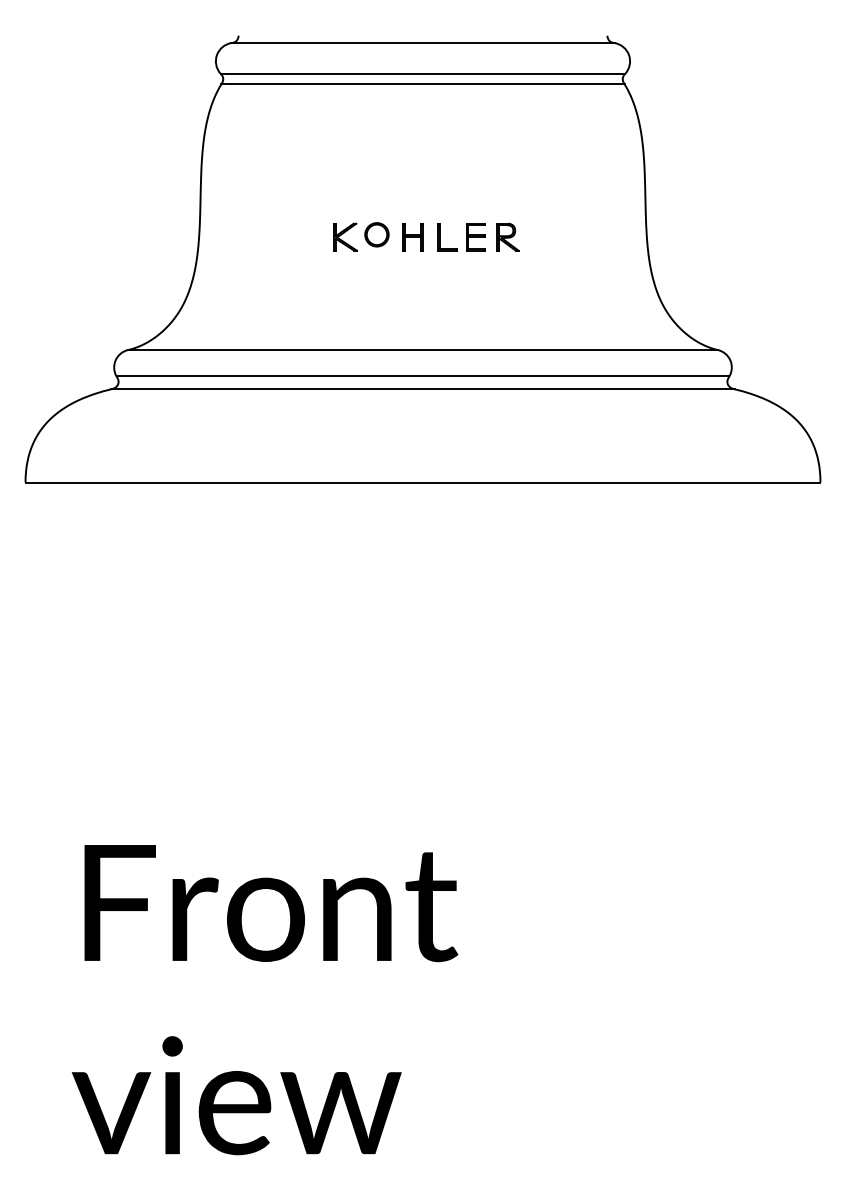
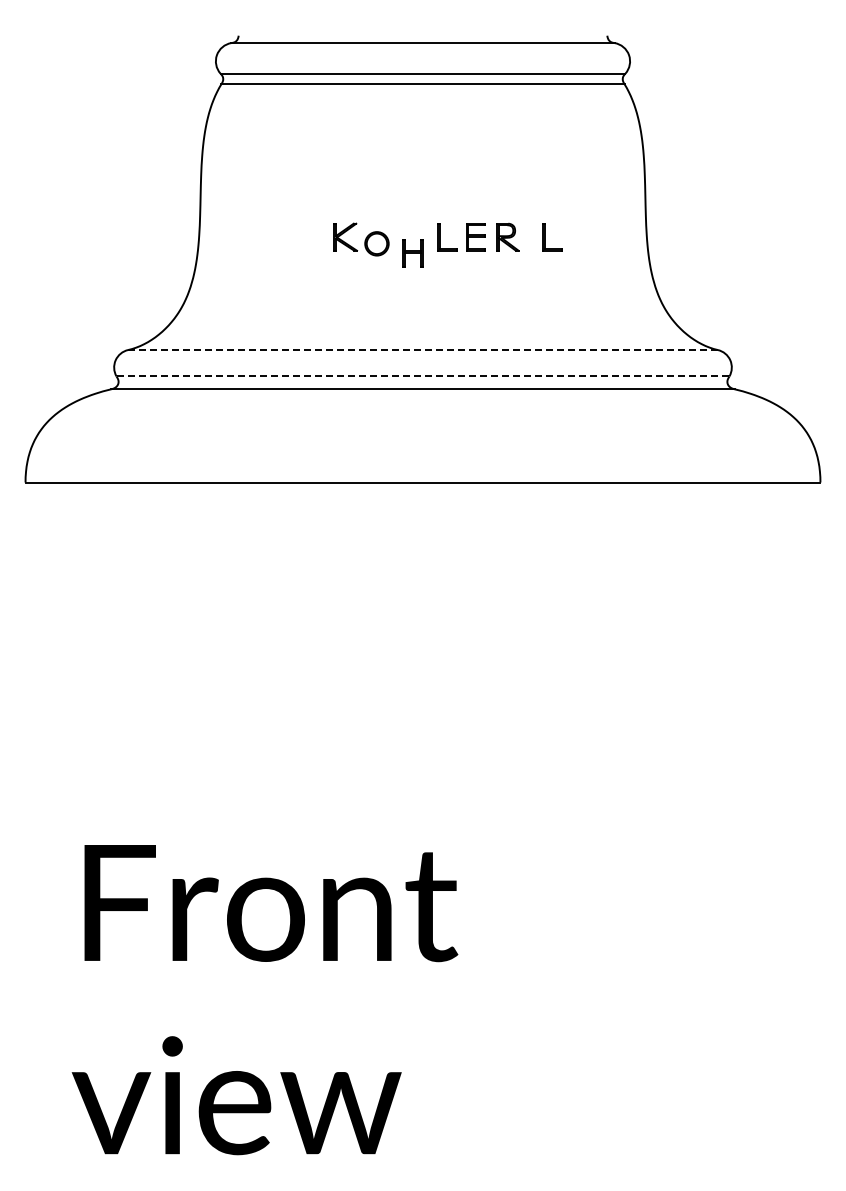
circle at (376, 234) position: (376, 234) -> (376, 243)
part at (412, 237) position: (412, 237) -> (412, 253)
part at (545, 237): none -> present
line at (422, 350): solid -> dashed
line at (422, 376): solid -> dashed
